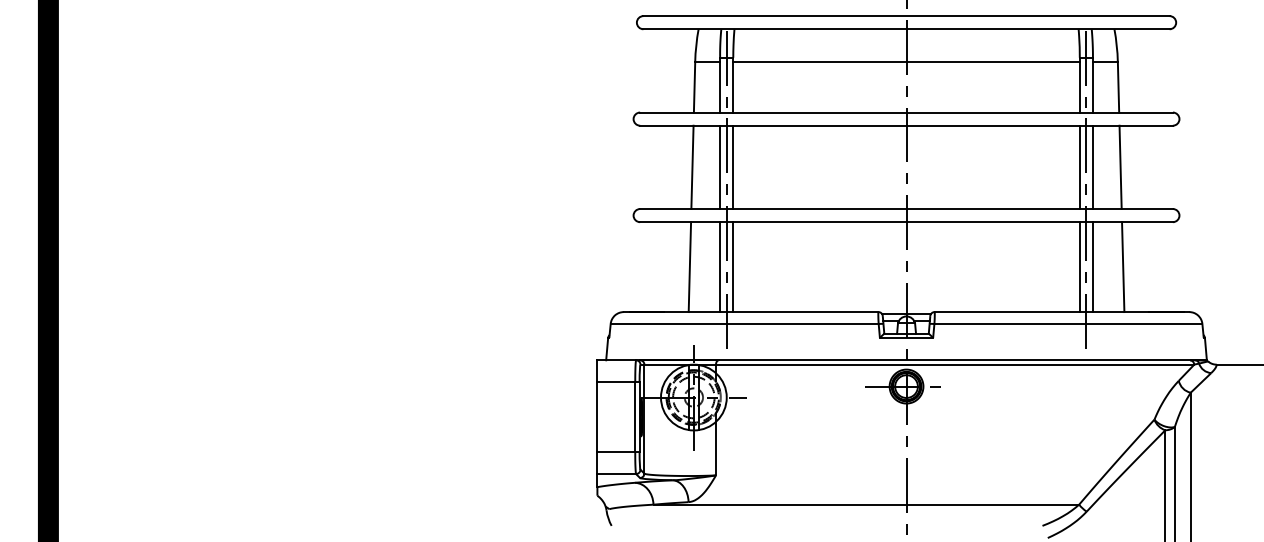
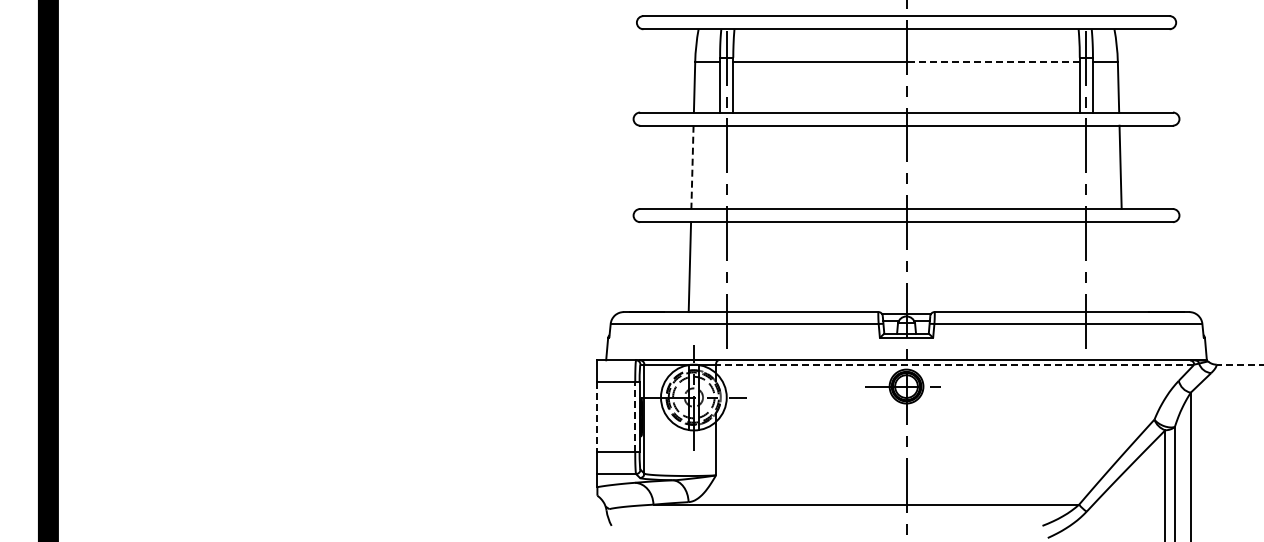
line at (993, 61): solid -> dashed
line at (692, 167): solid -> dashed
line at (720, 167): present -> none
line at (733, 167): present -> none
line at (1079, 167): present -> none
line at (1092, 167): present -> none
line at (720, 267): present -> none
line at (733, 267): present -> none
line at (1079, 267): present -> none
line at (1092, 267): present -> none
line at (1123, 267): present -> none
line at (954, 364): solid -> dashed
line at (1239, 364): solid -> dashed
line at (597, 417): solid -> dashed
line at (635, 417): solid -> dashed
